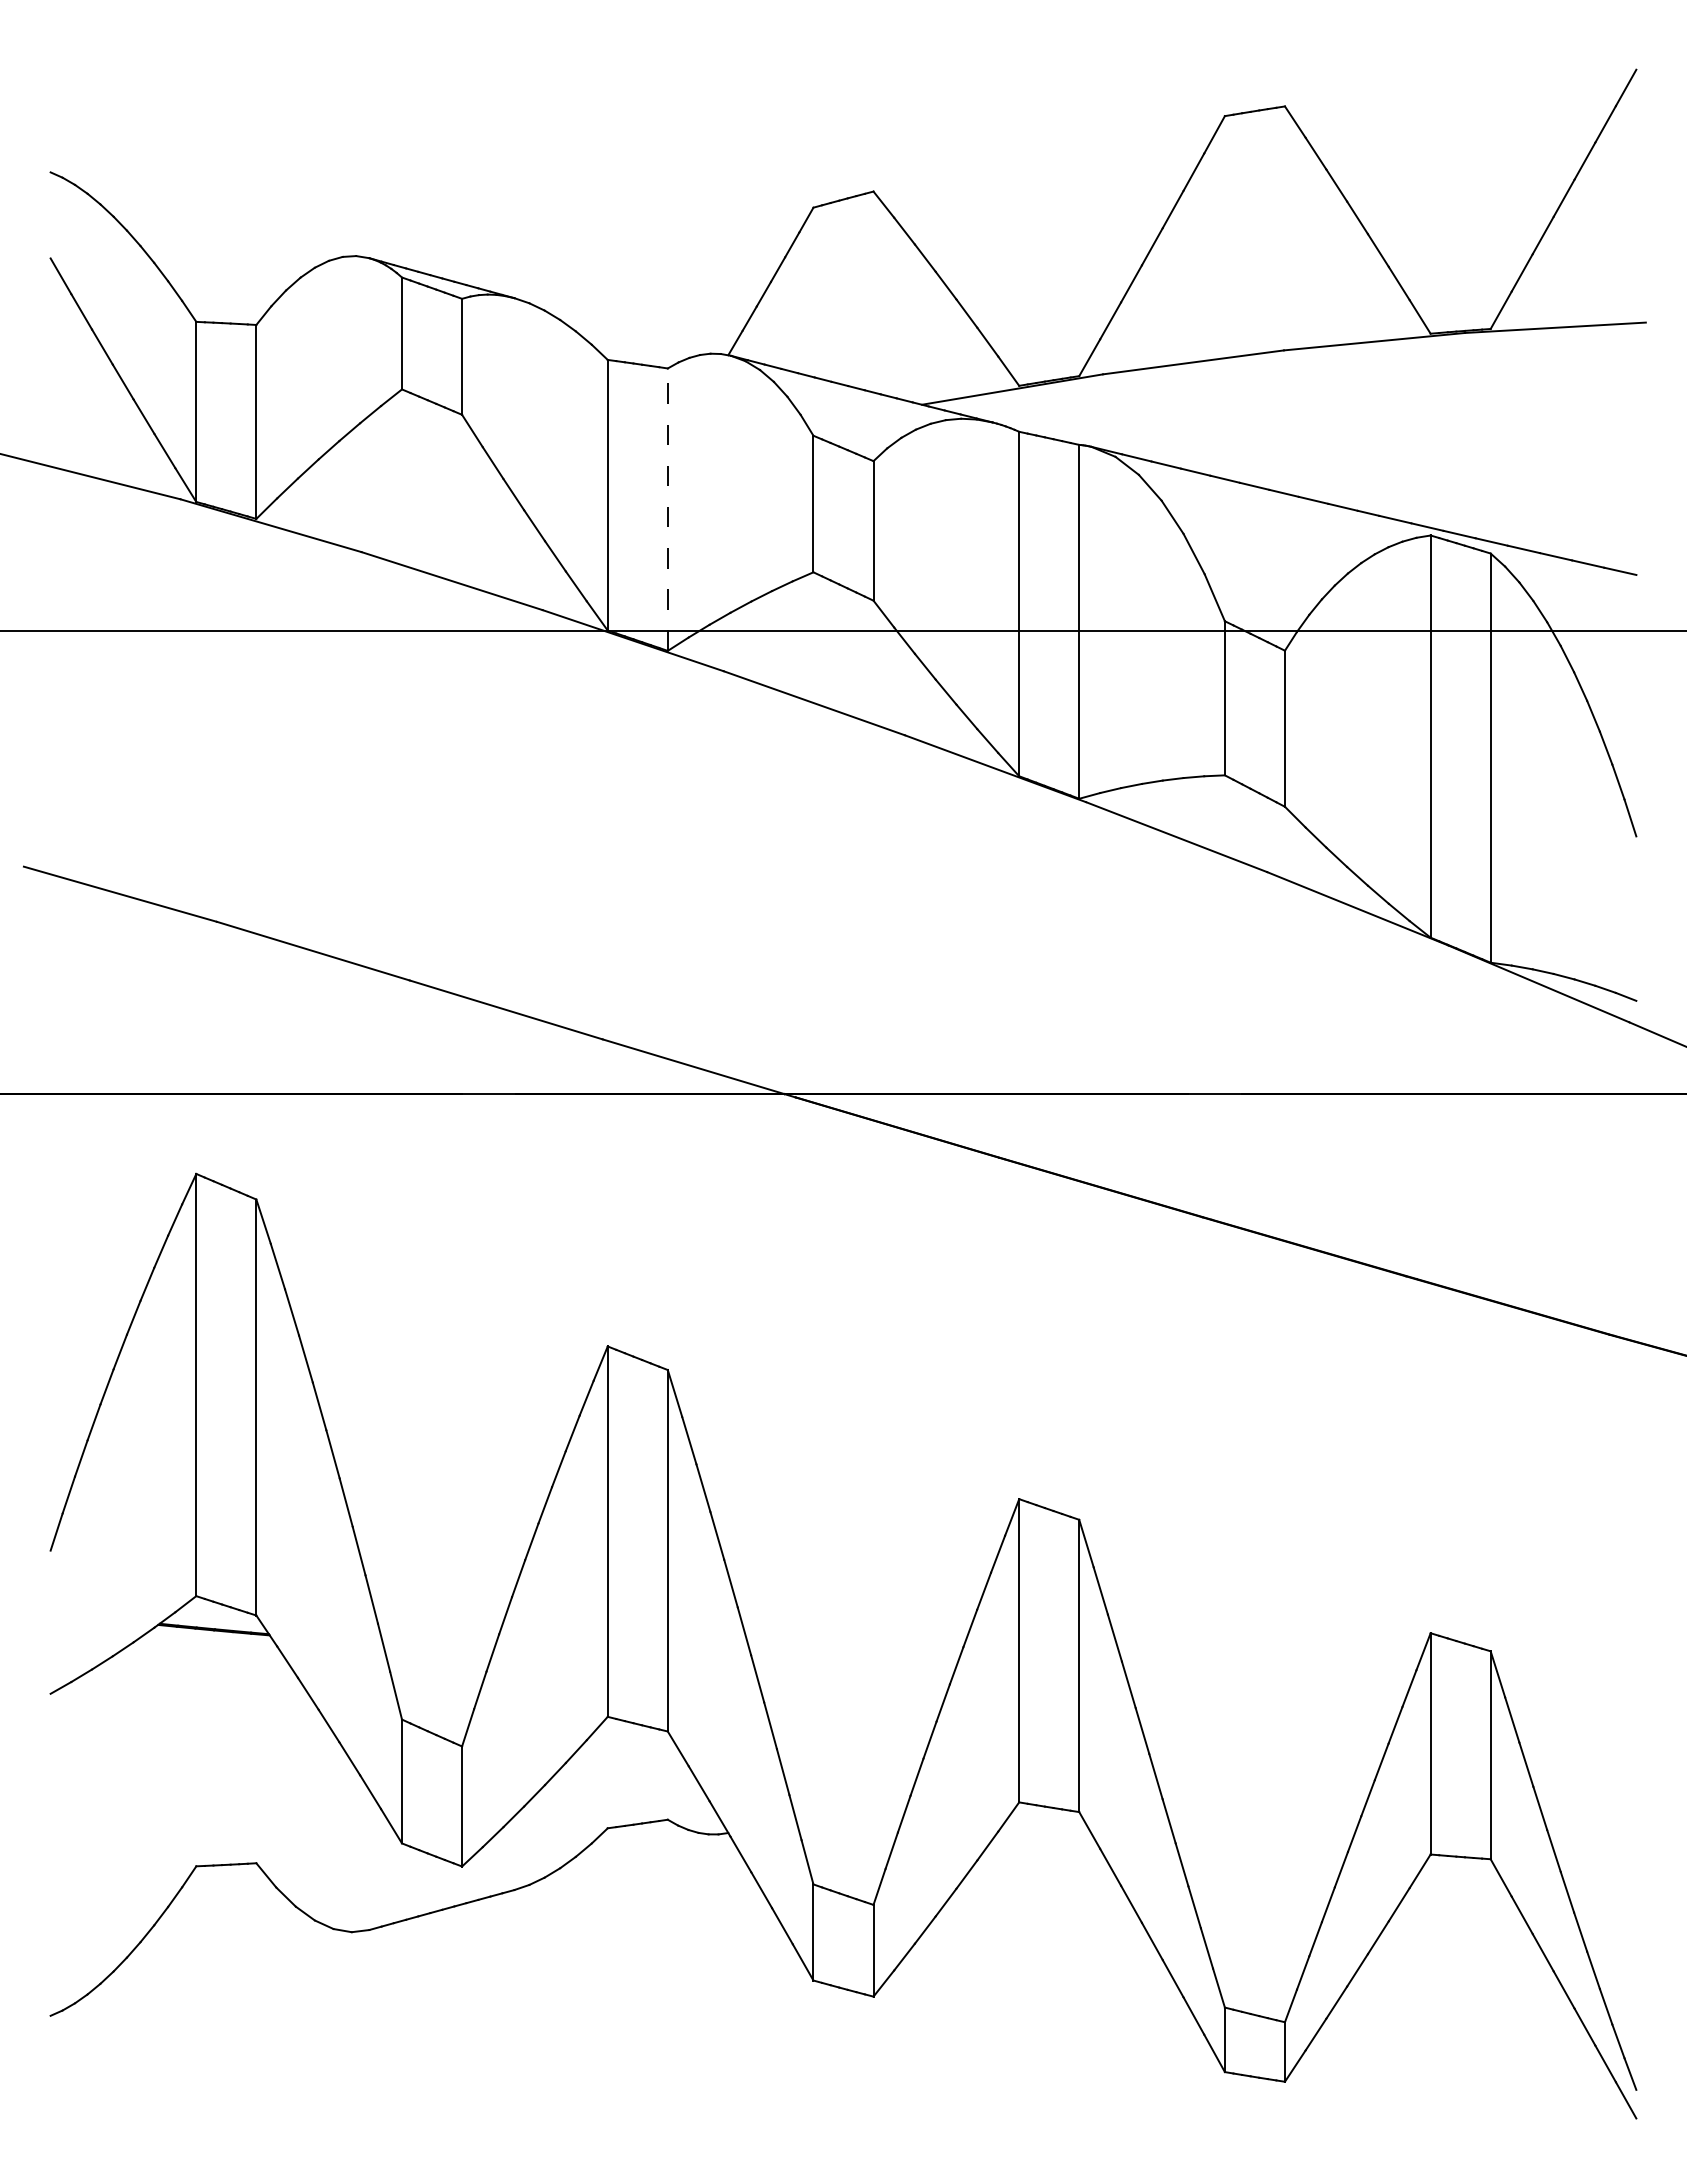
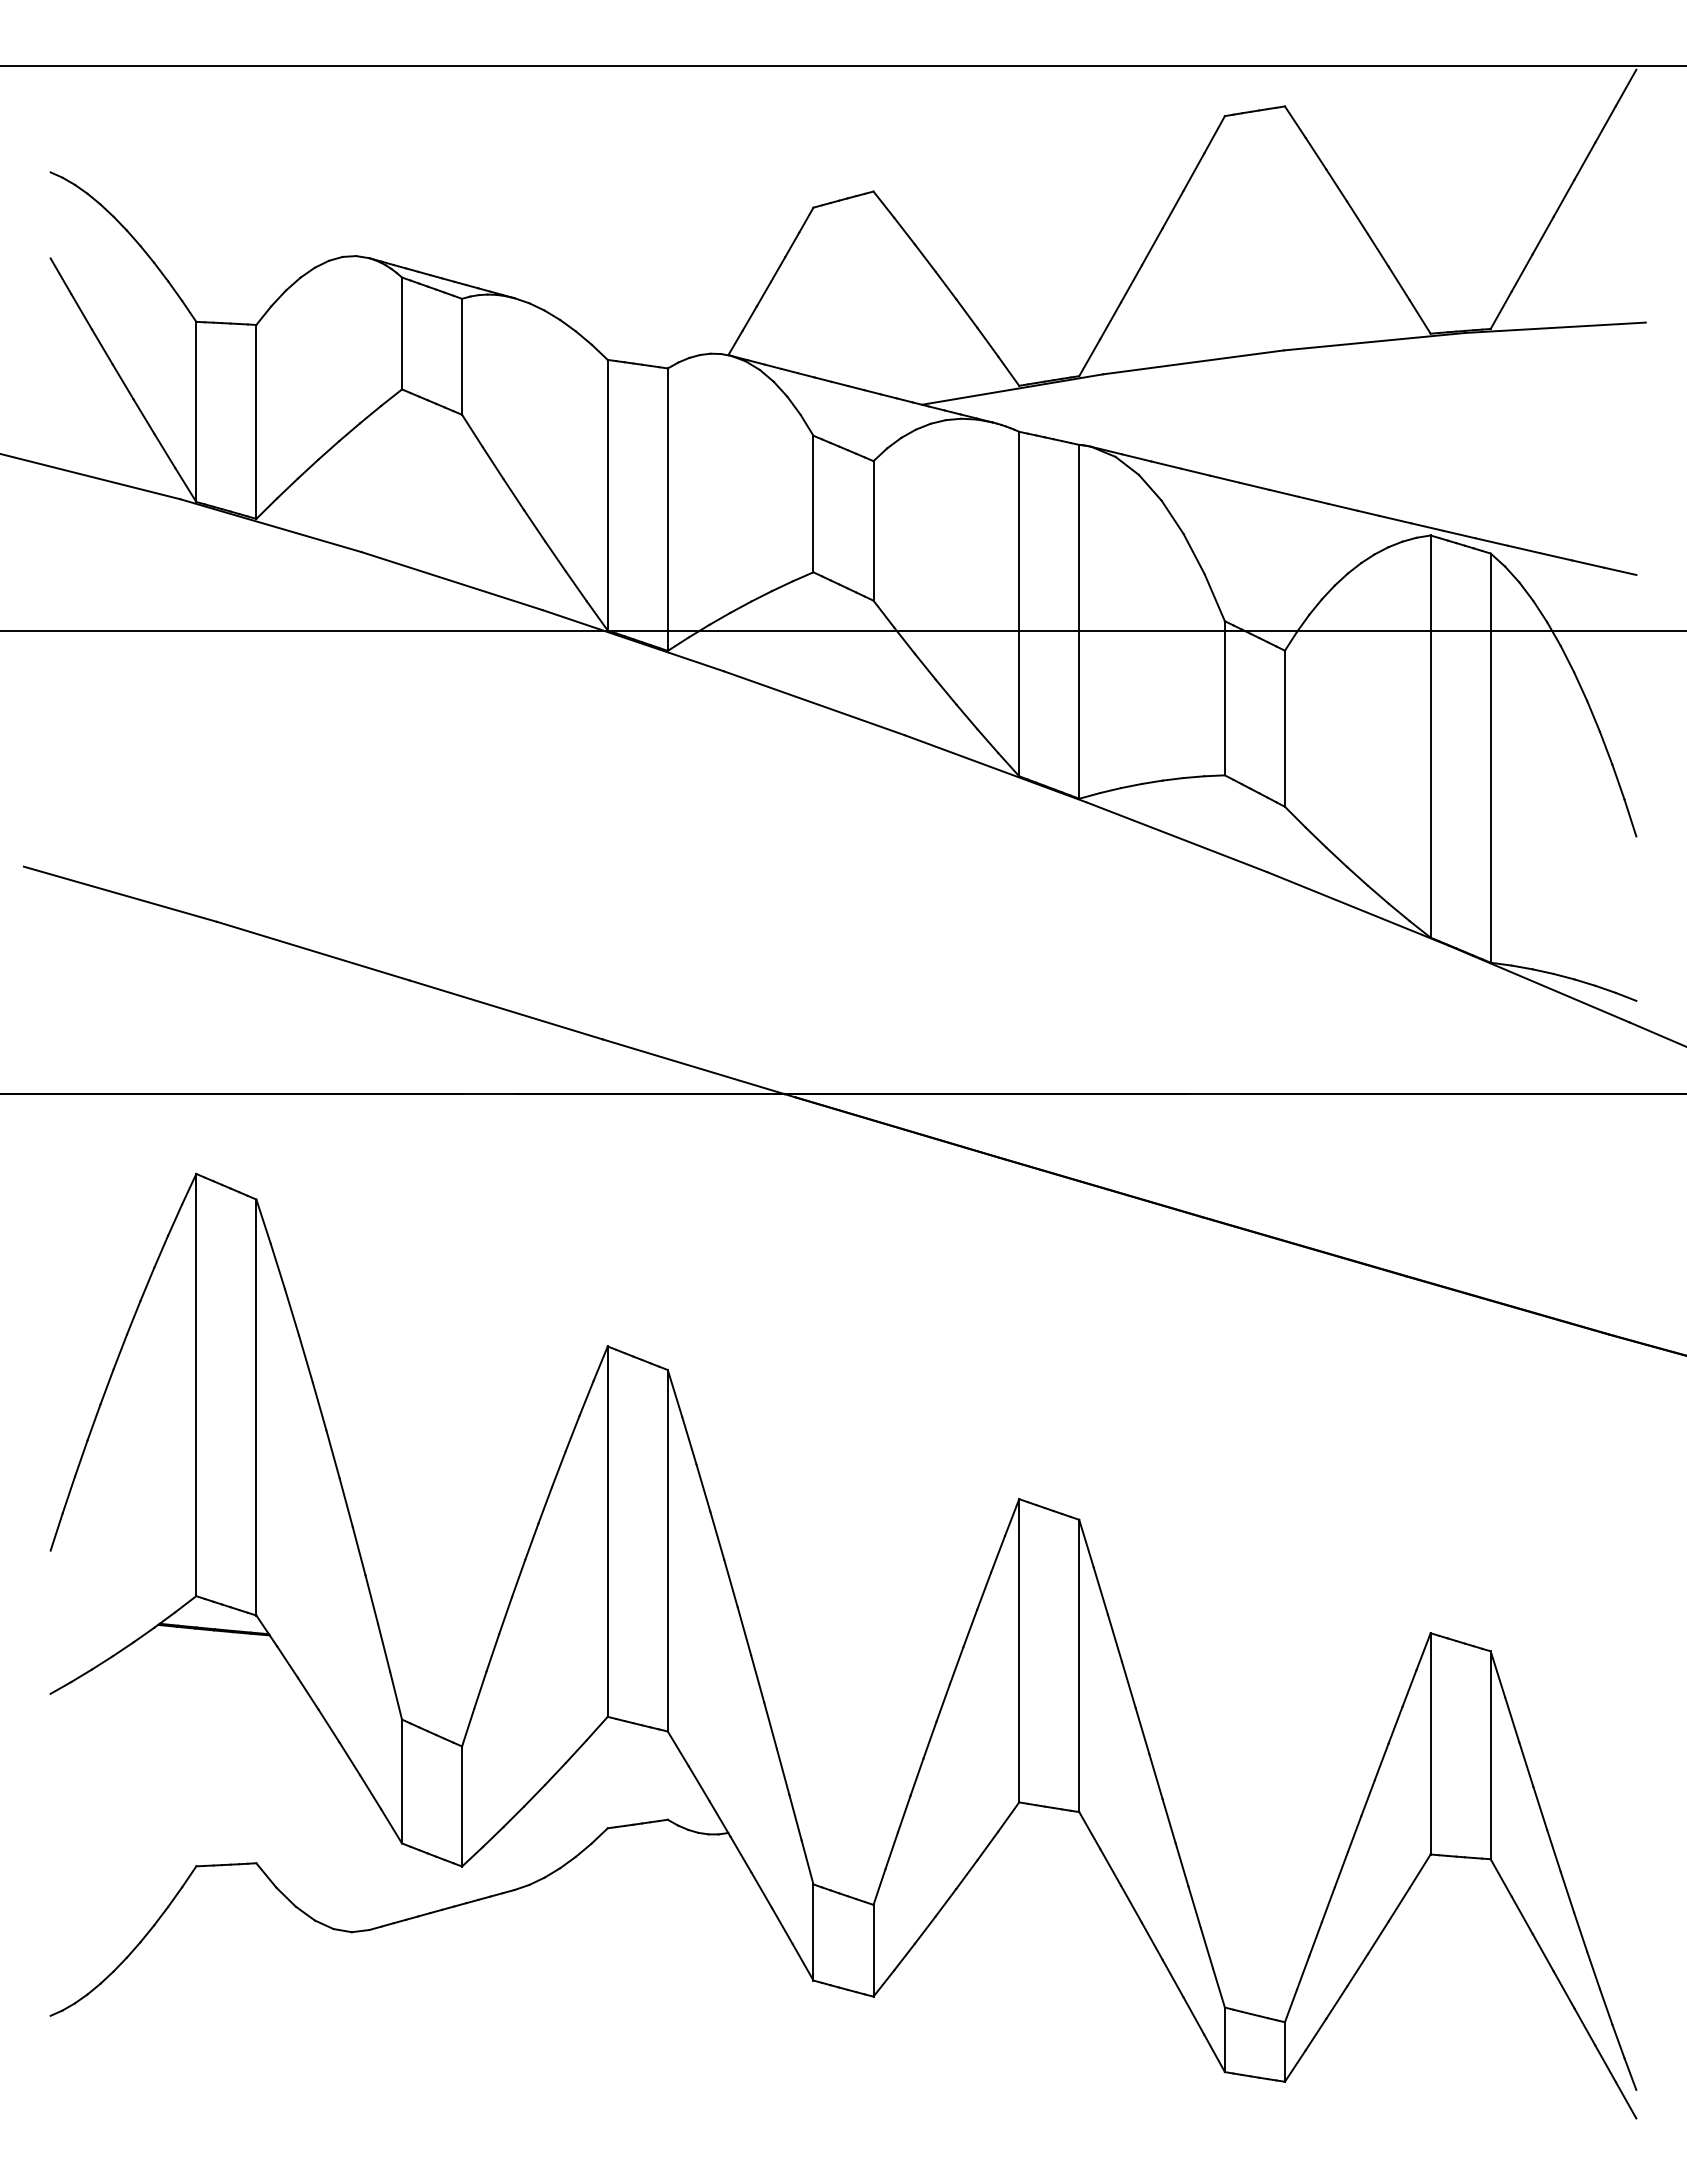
line at (842, 65): none -> present
line at (667, 509): dashed -> solid
